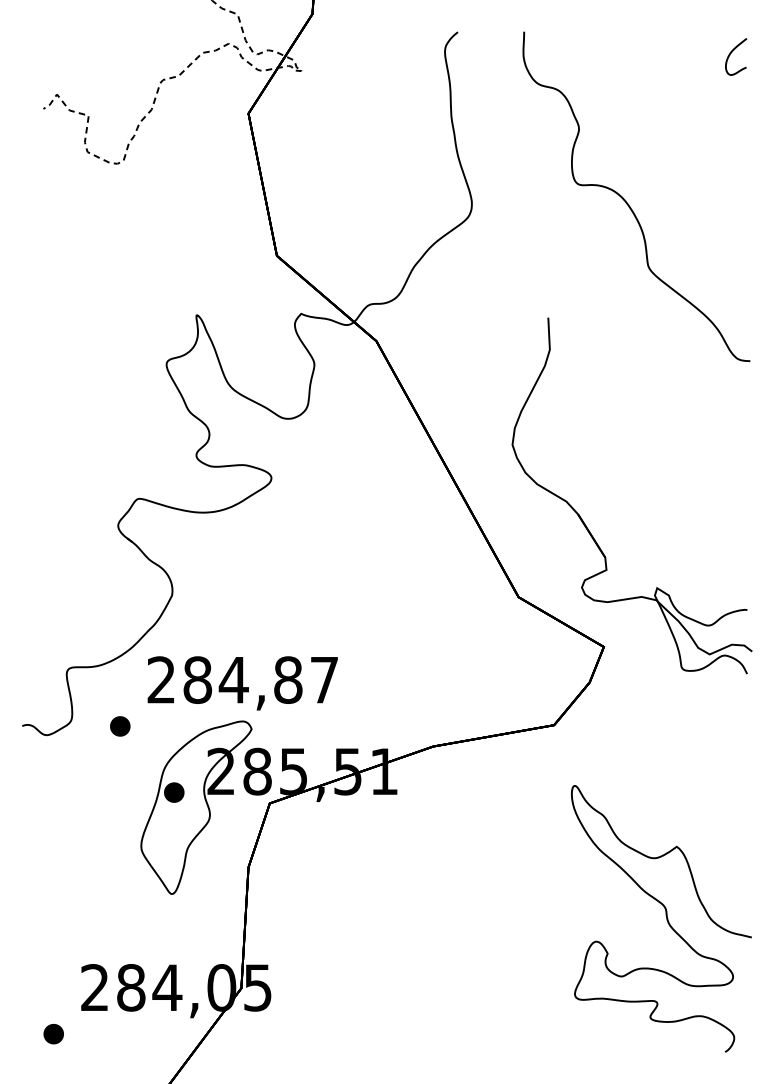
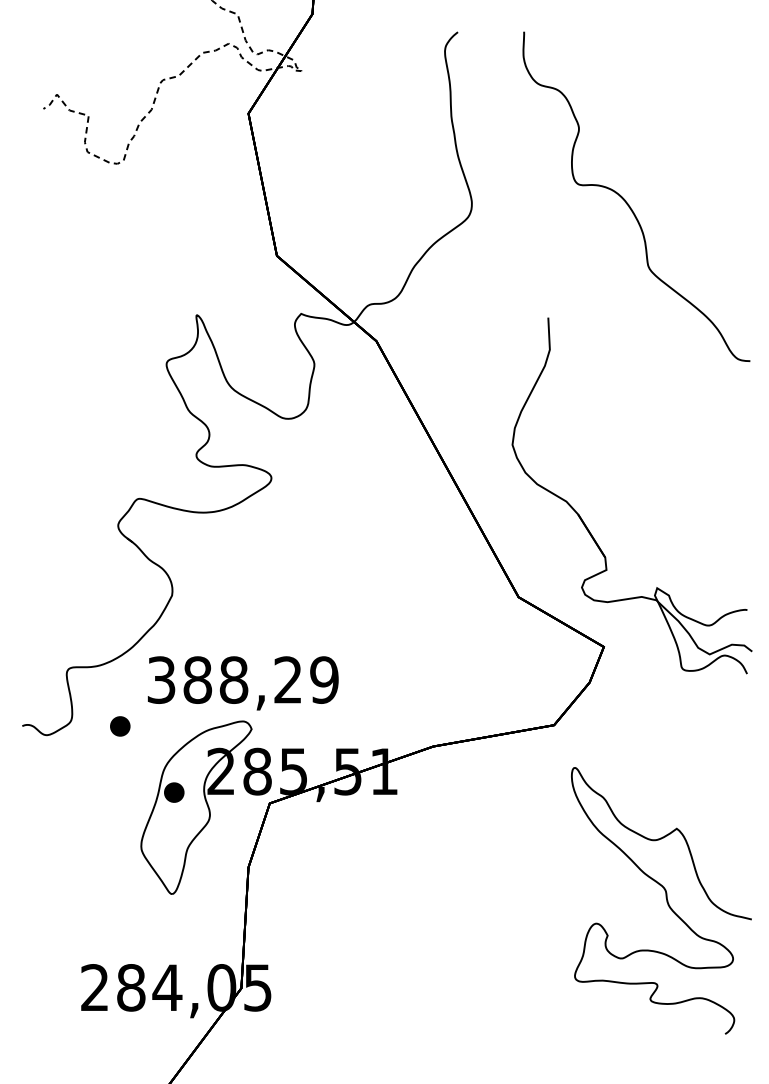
curve at (732, 52): present -> none
text at (242, 679): 284,87 -> 388,29
curve at (665, 915) position: (665, 915) -> (665, 897)
part at (53, 1034): present -> none
